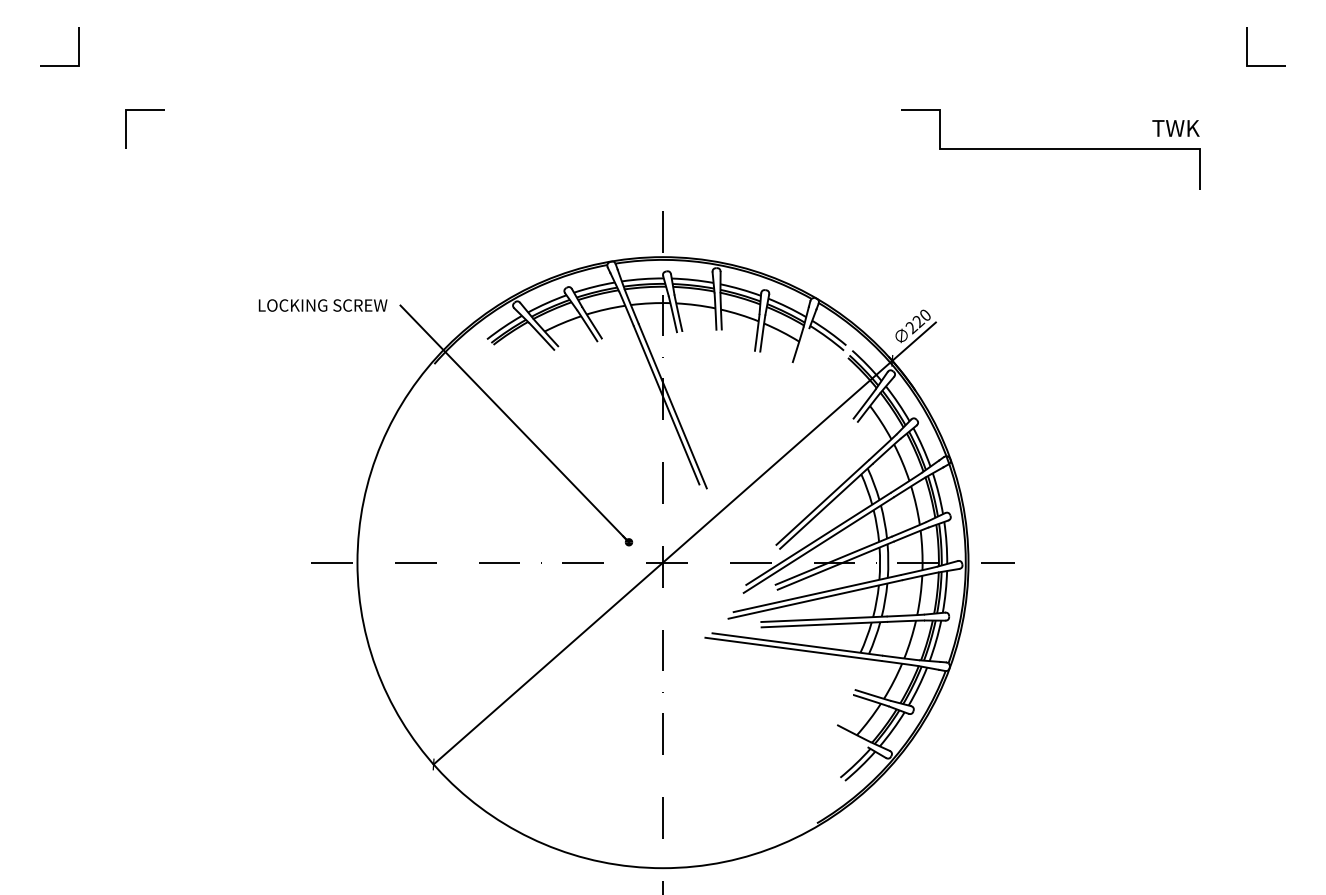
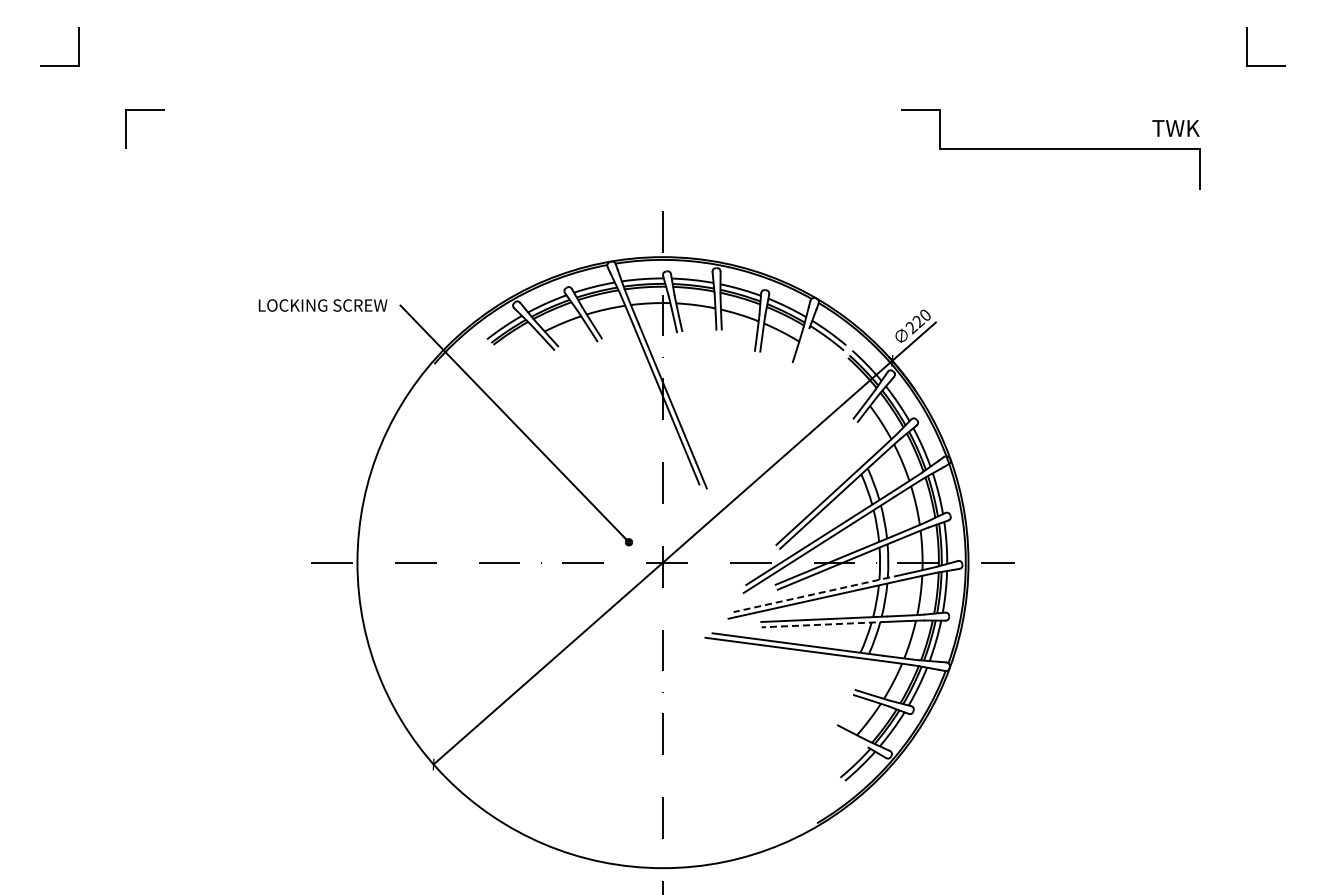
line at (817, 593): solid -> dashed
line at (824, 624): solid -> dashed
